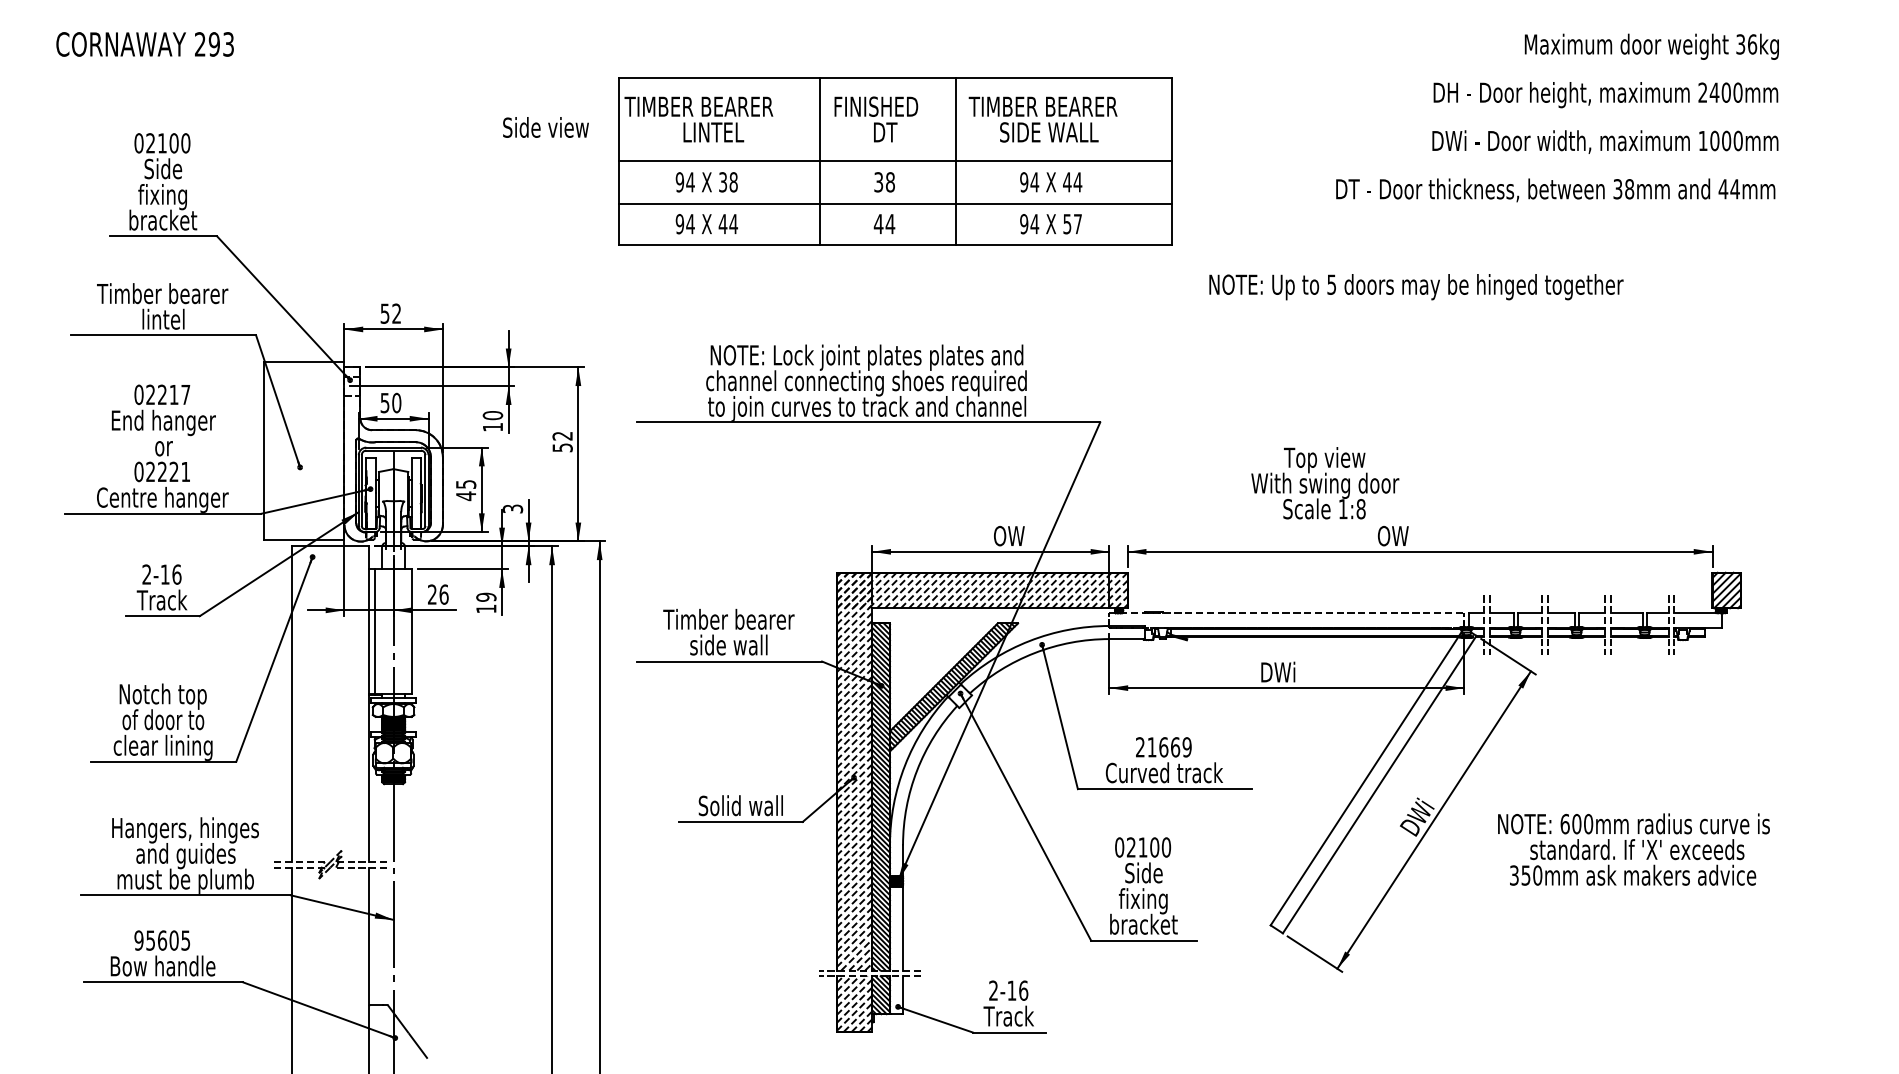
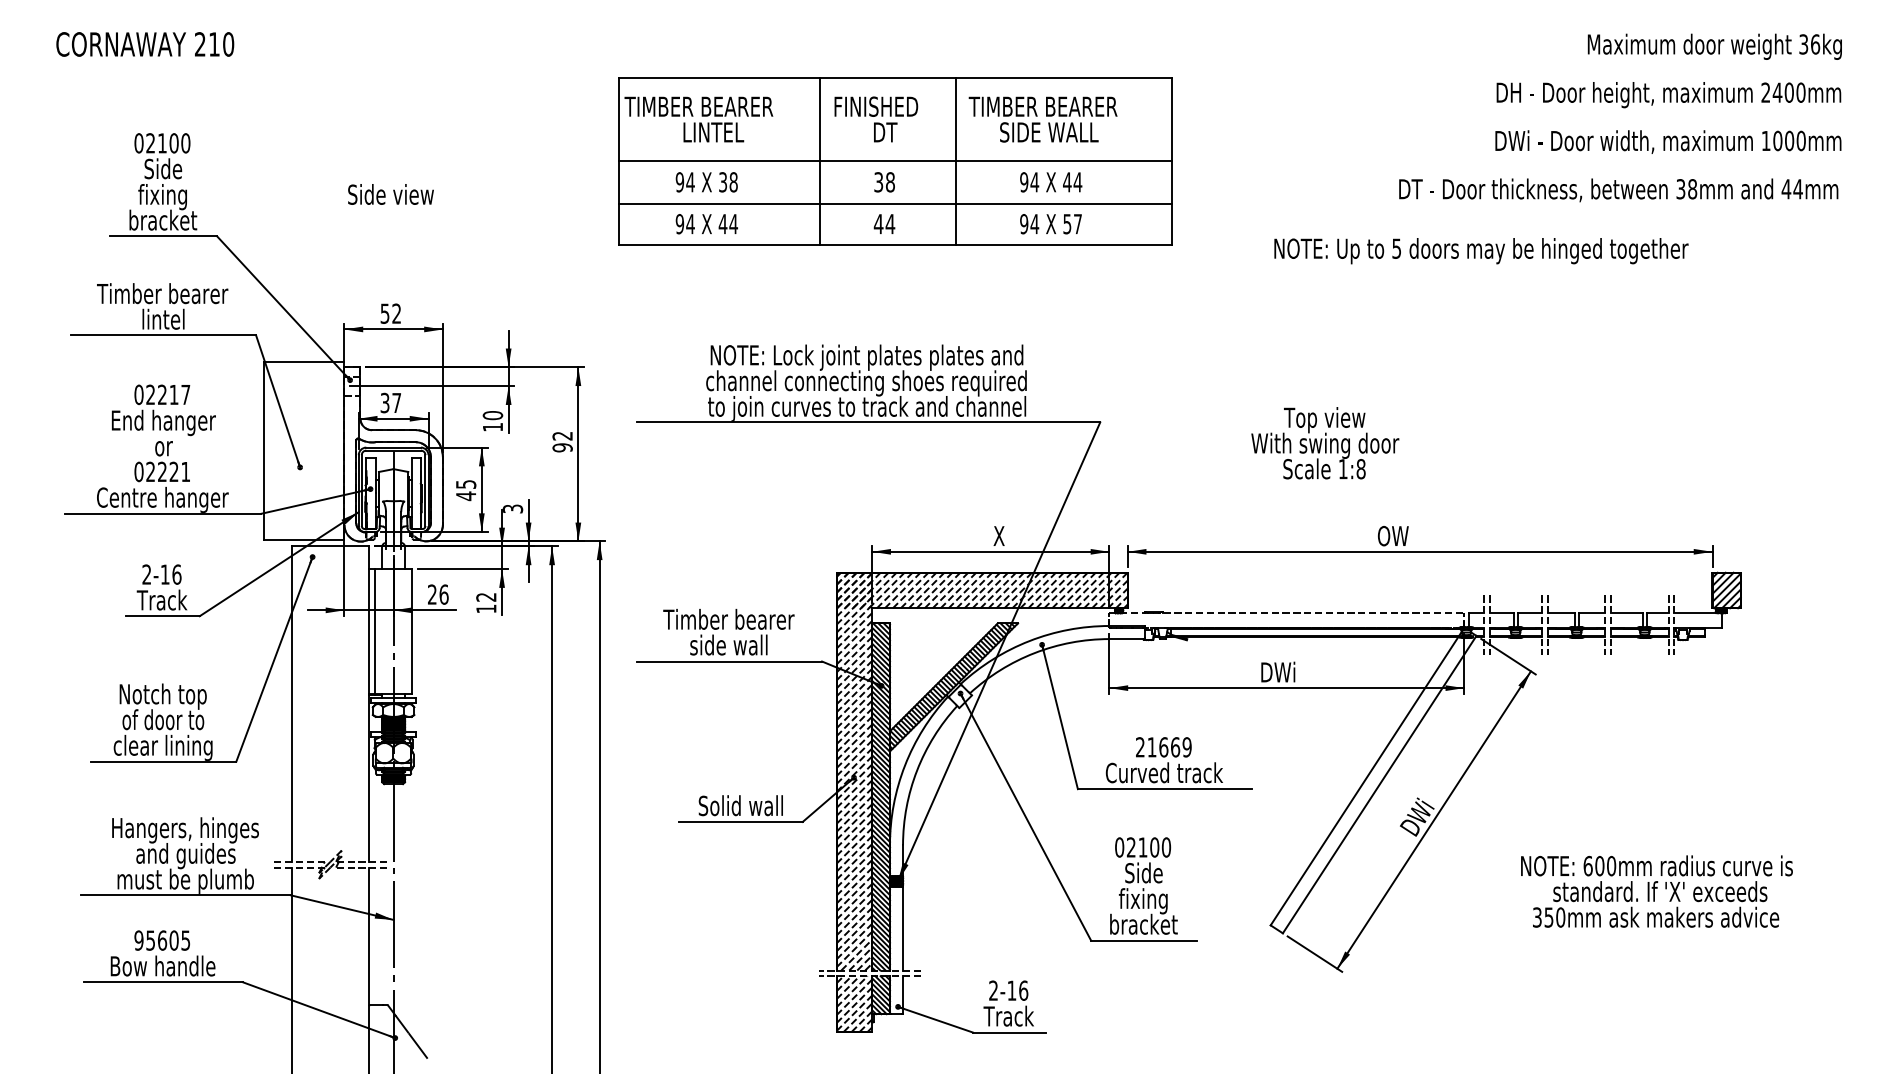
text at (221, 44): 293 -> 210
text at (1557, 117) position: (1557, 117) -> (1620, 117)
text at (545, 127) position: (545, 127) -> (390, 194)
text at (1416, 287) position: (1416, 287) -> (1481, 251)
text at (391, 402): 50 -> 37
text at (562, 447): 52 -> 92
text at (1325, 483) position: (1325, 483) -> (1325, 443)
text at (1008, 535): OW -> X
text at (486, 596): 19 -> 12
text at (1633, 849) position: (1633, 849) -> (1656, 891)
